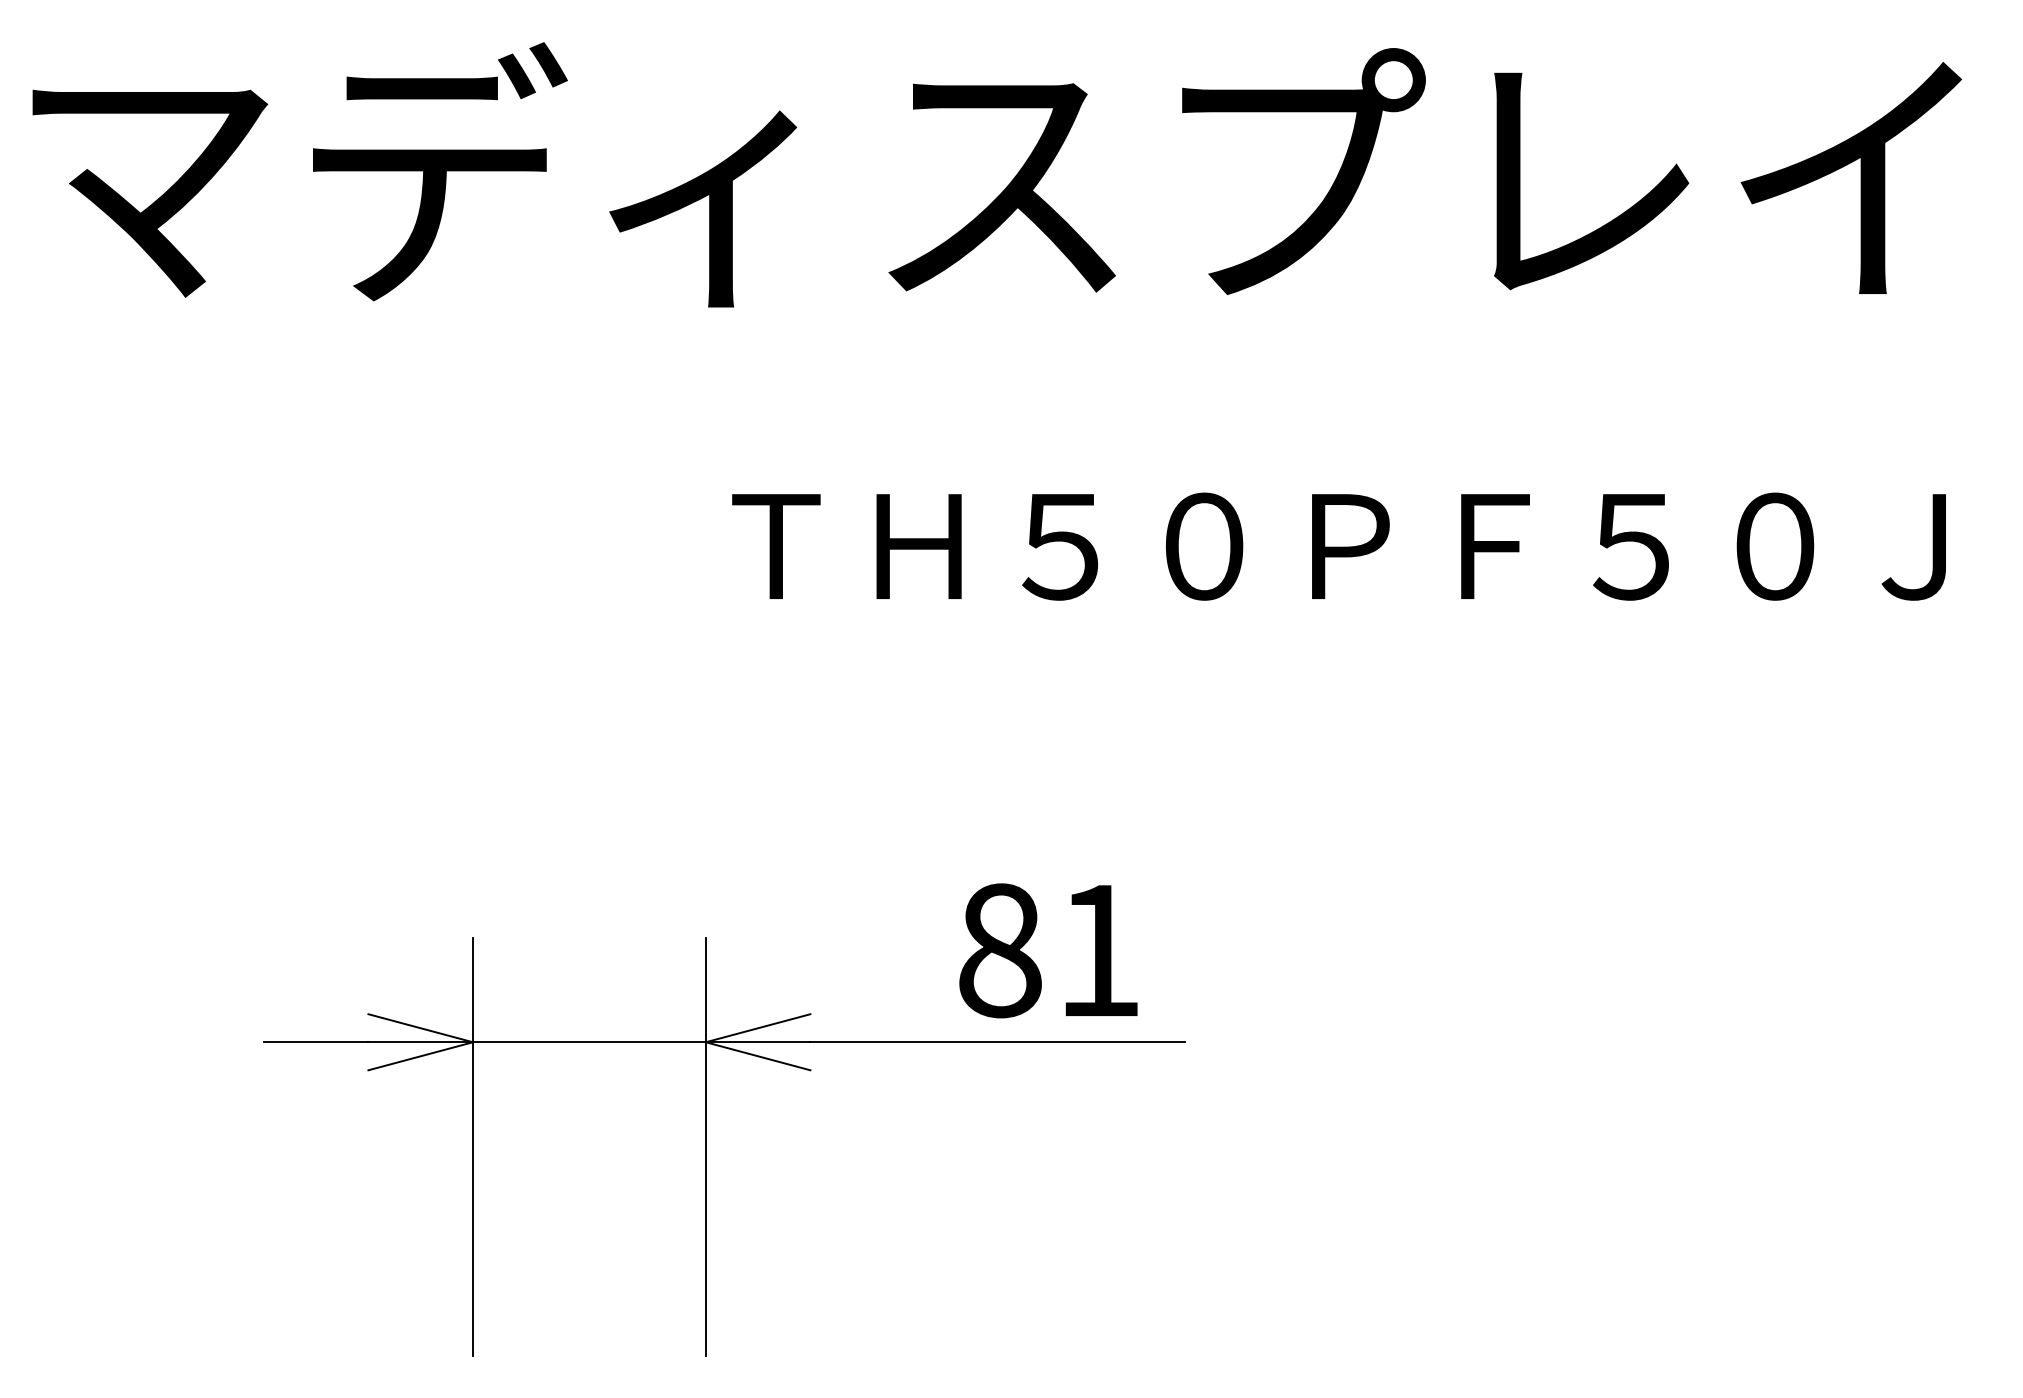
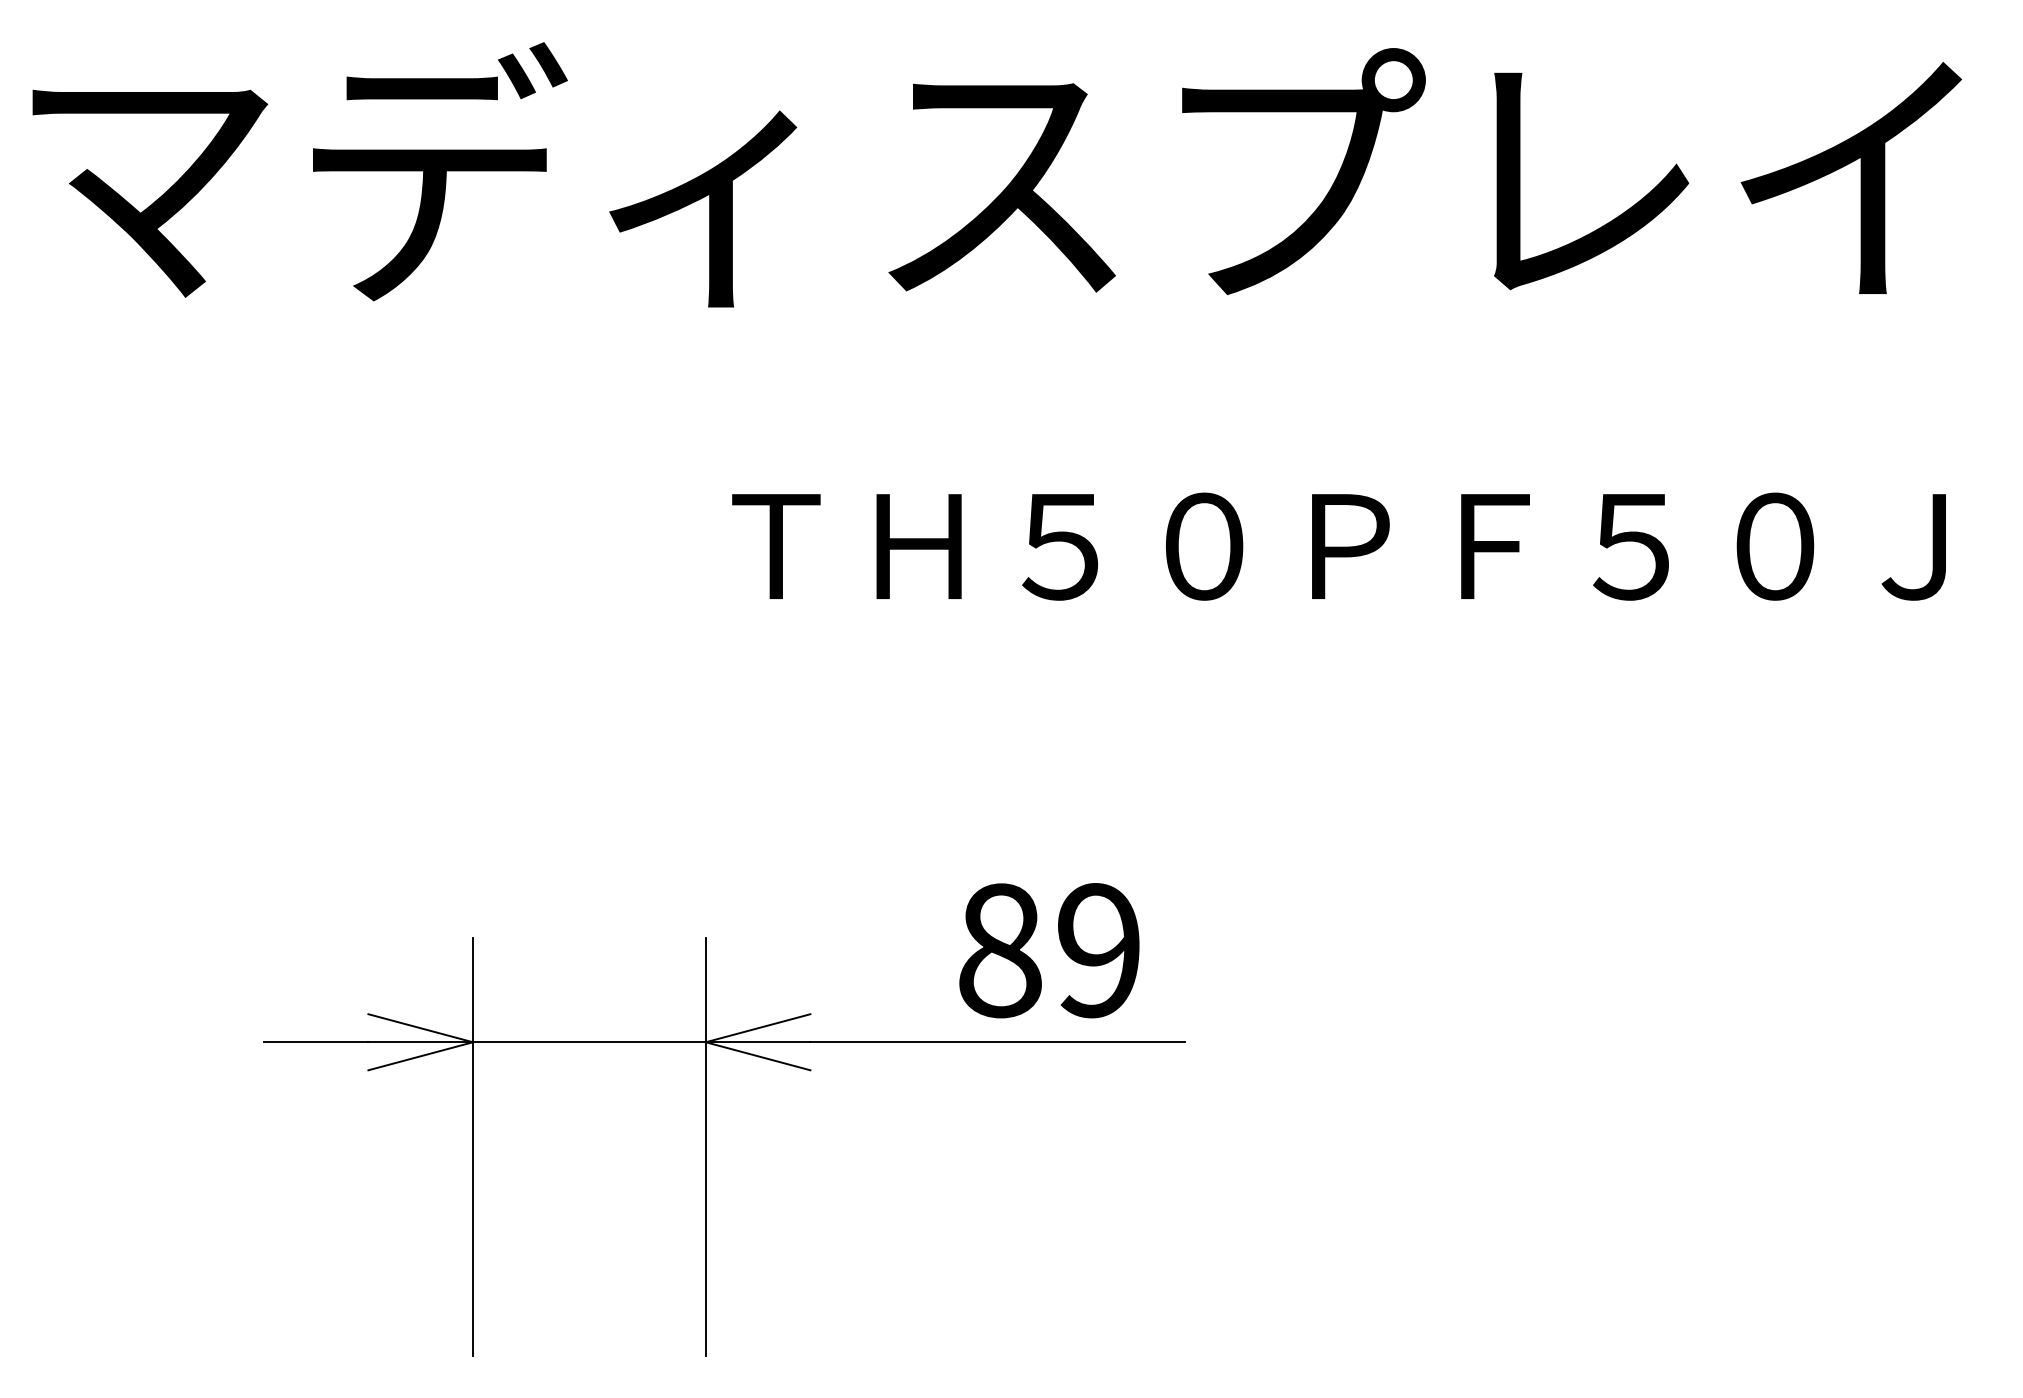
text at (1098, 950): 81 -> 89
